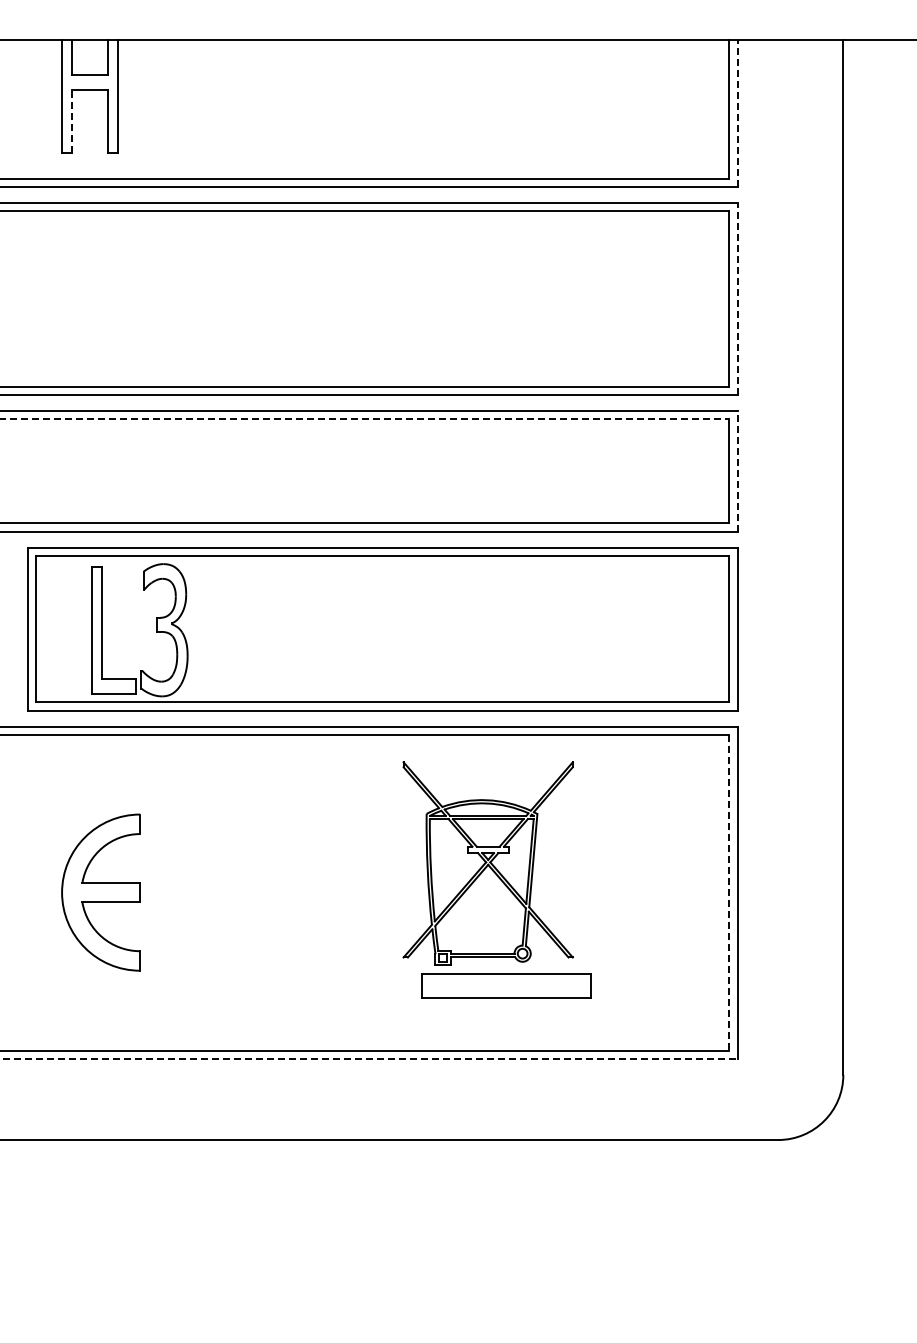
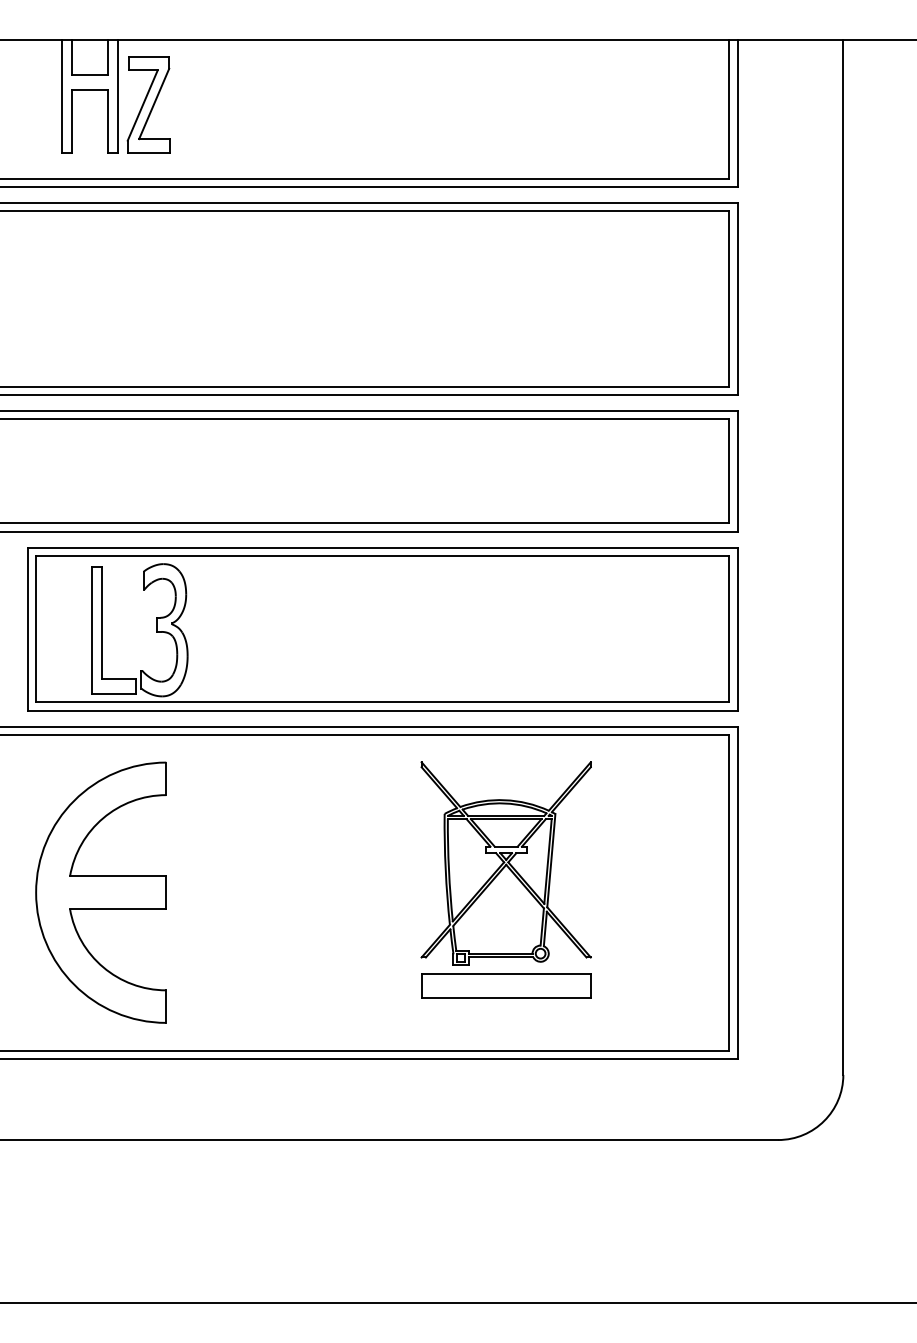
part at (148, 104): none -> present
line at (737, 112): dashed -> solid
line at (72, 121): dashed -> solid
line at (737, 298): dashed -> solid
line at (364, 419): dashed -> solid
line at (737, 470): dashed -> solid
part at (487, 863) position: (487, 863) -> (505, 863)
part at (100, 892) size: 80x159 px -> 132x263 px
line at (729, 892): dashed -> solid
line at (369, 1058): dashed -> solid
line at (457, 1302): none -> present
